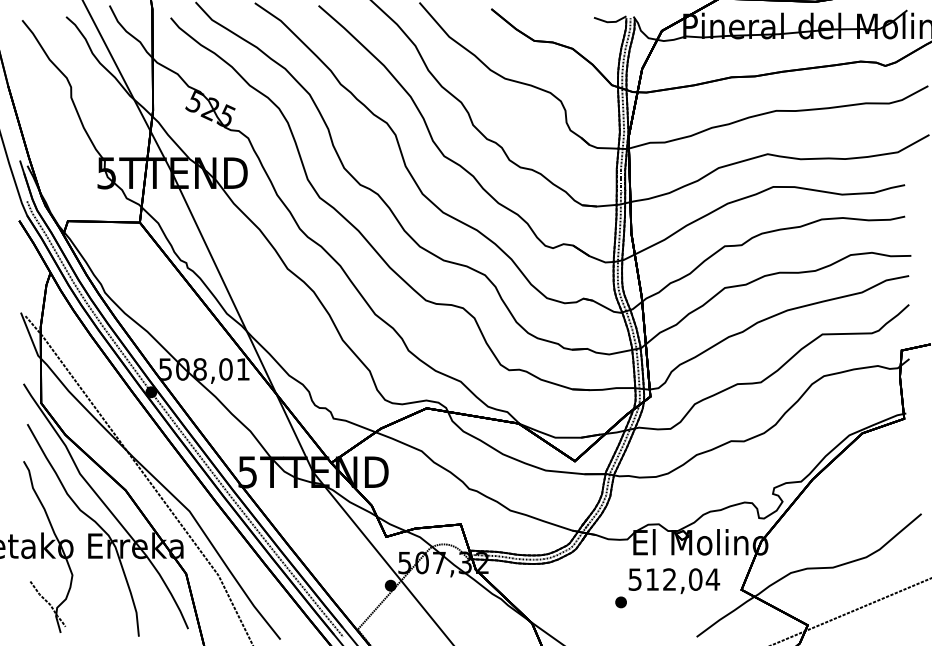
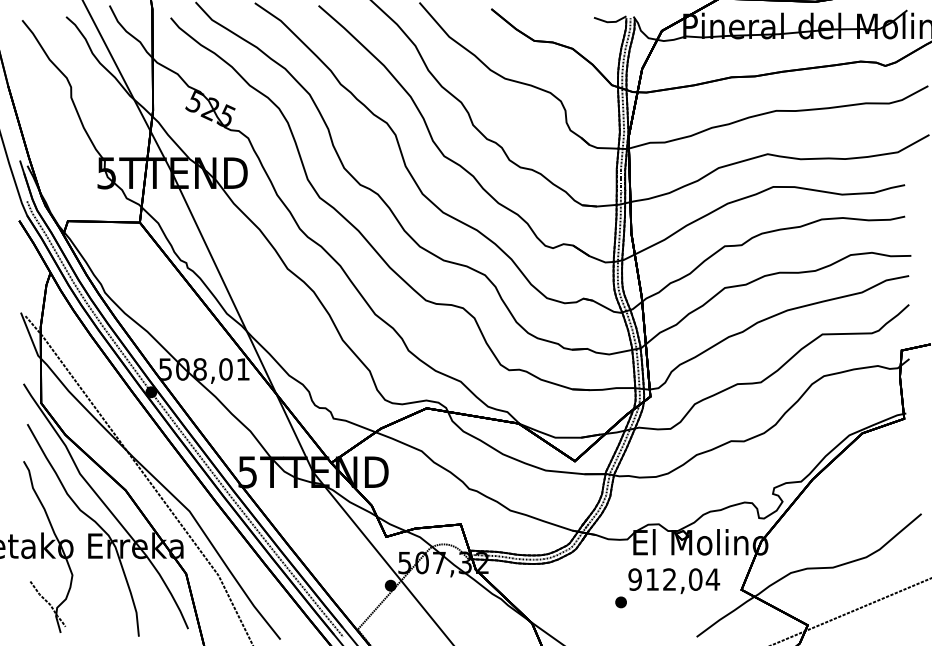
text at (634, 579): 512,04 -> 912,04
